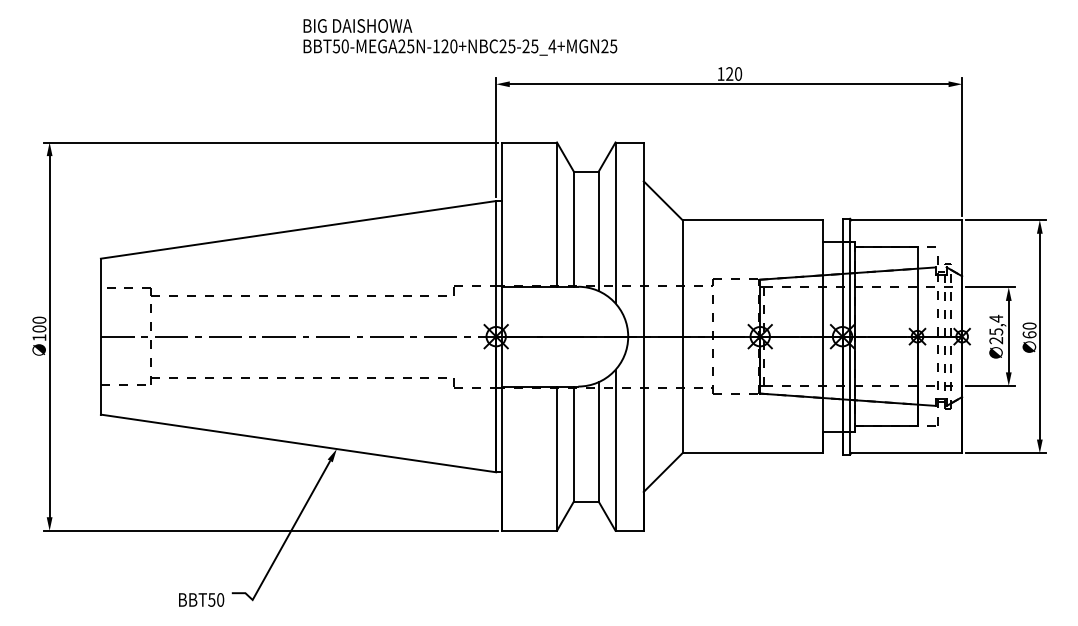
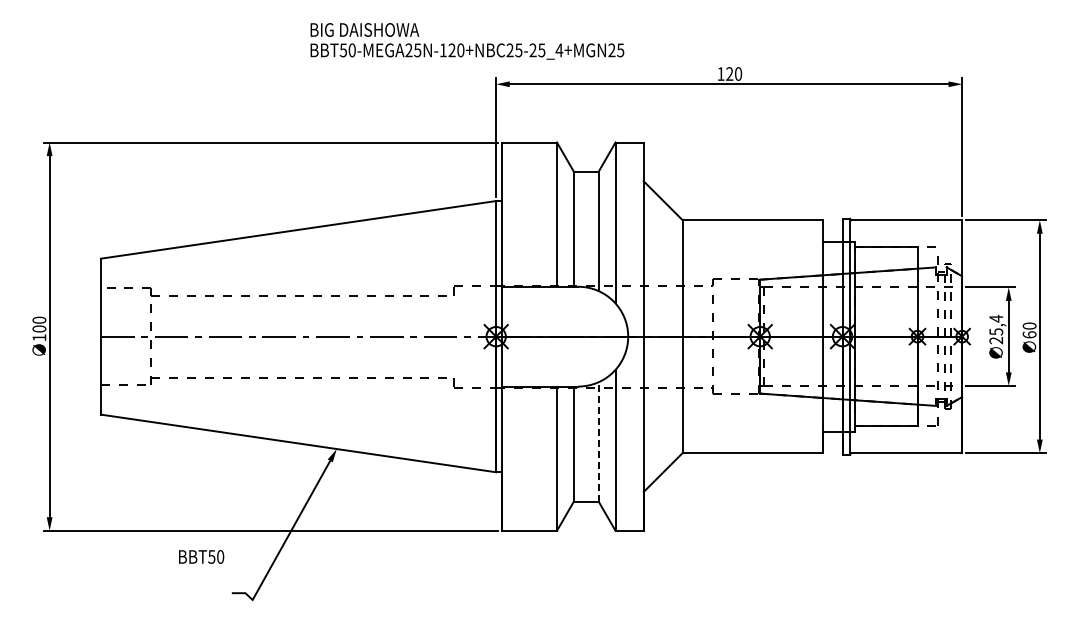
text at (460, 37) position: (460, 37) -> (467, 41)
line at (598, 441): solid -> dashed
text at (201, 599) position: (201, 599) -> (201, 556)
